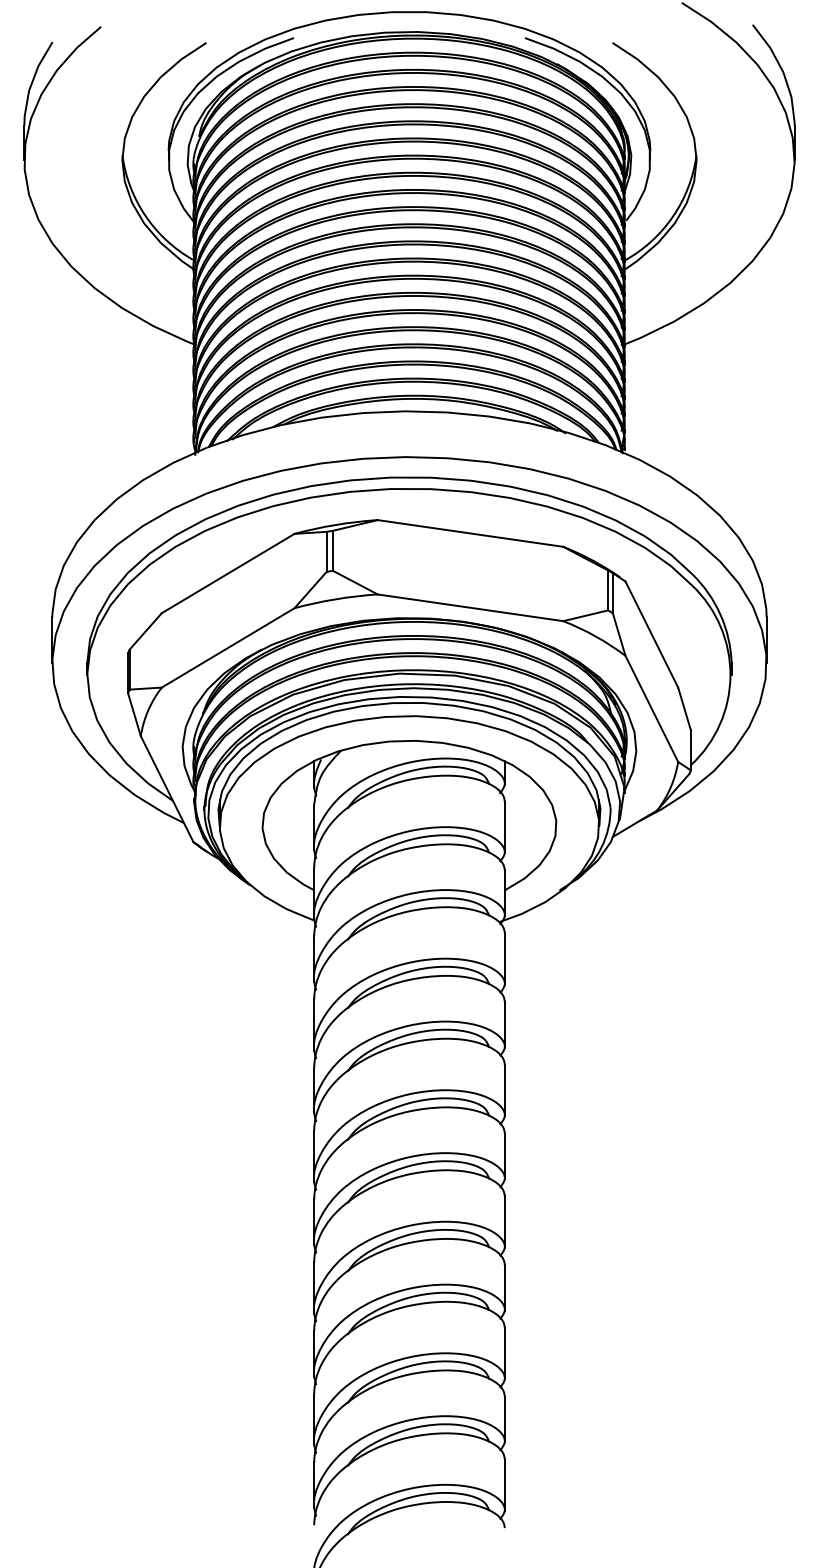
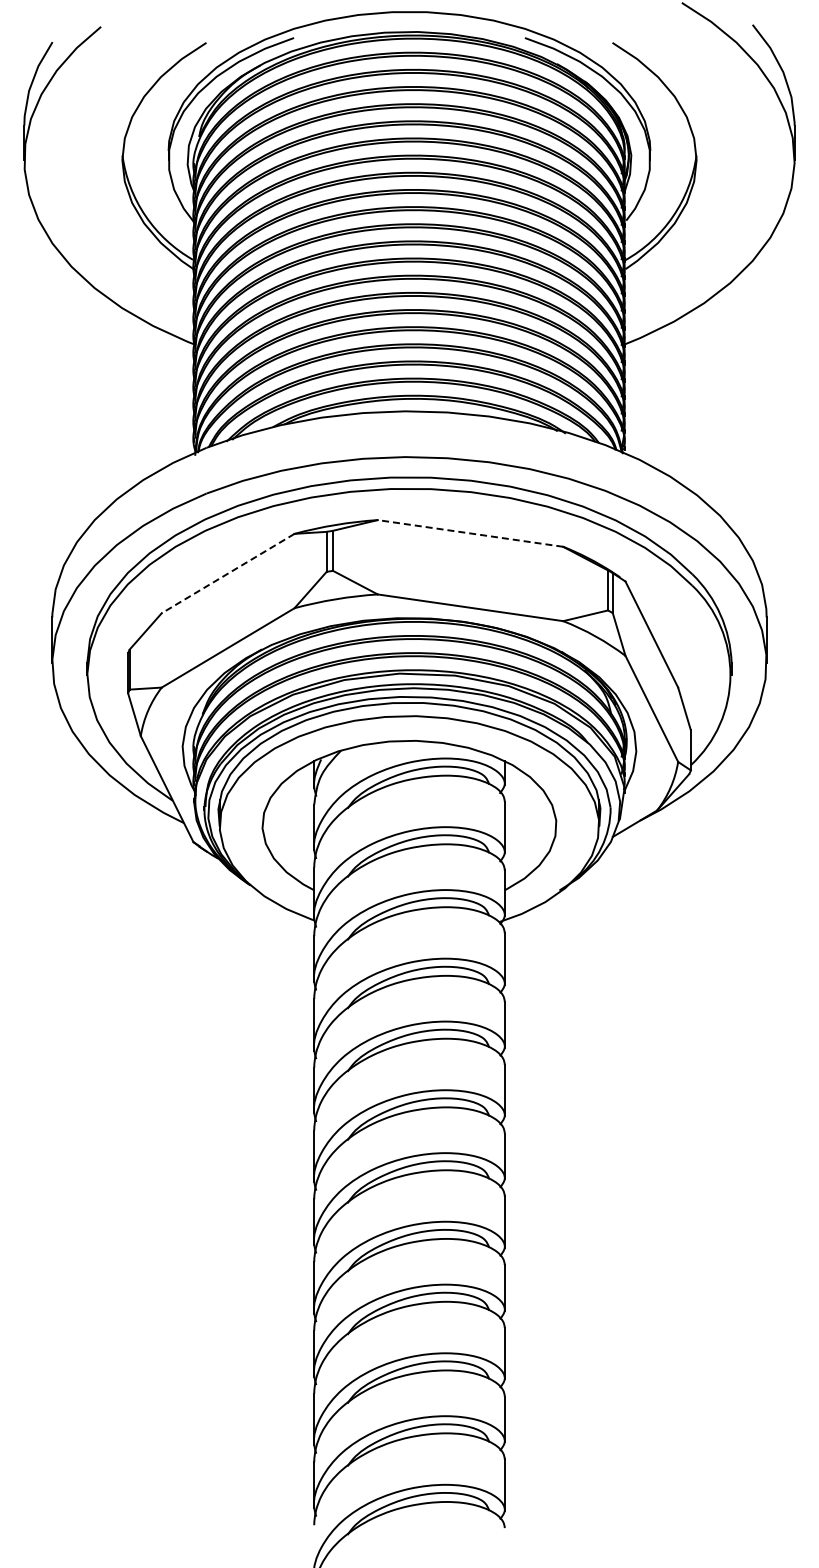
line at (470, 533): solid -> dashed
line at (227, 573): solid -> dashed
